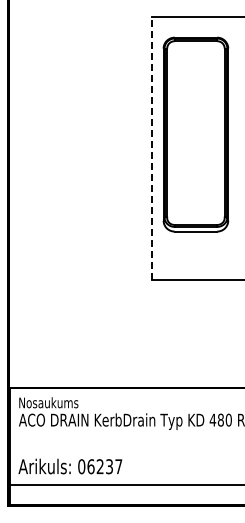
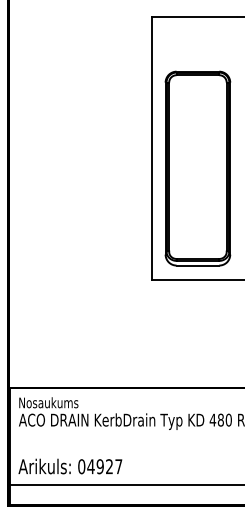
part at (195, 134) position: (195, 134) -> (197, 168)
line at (151, 147): dashed -> solid
text at (99, 466): 06237 -> 04927
